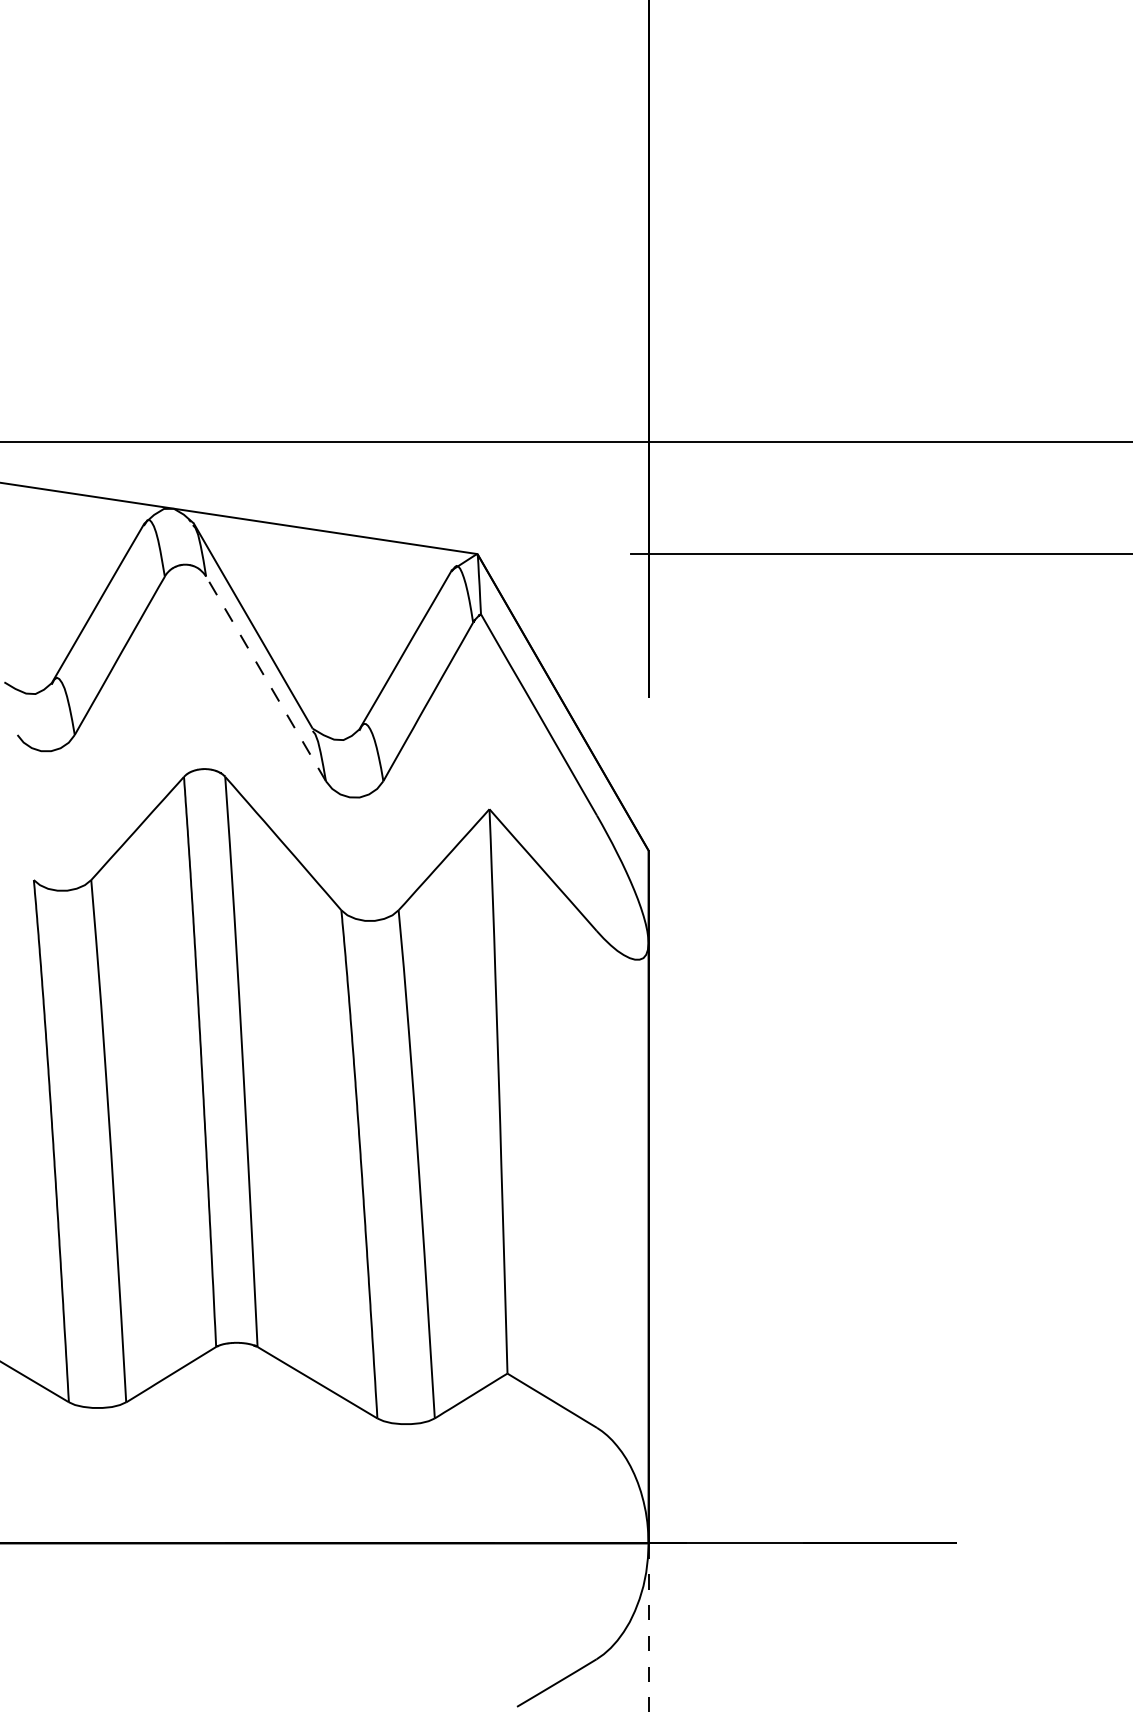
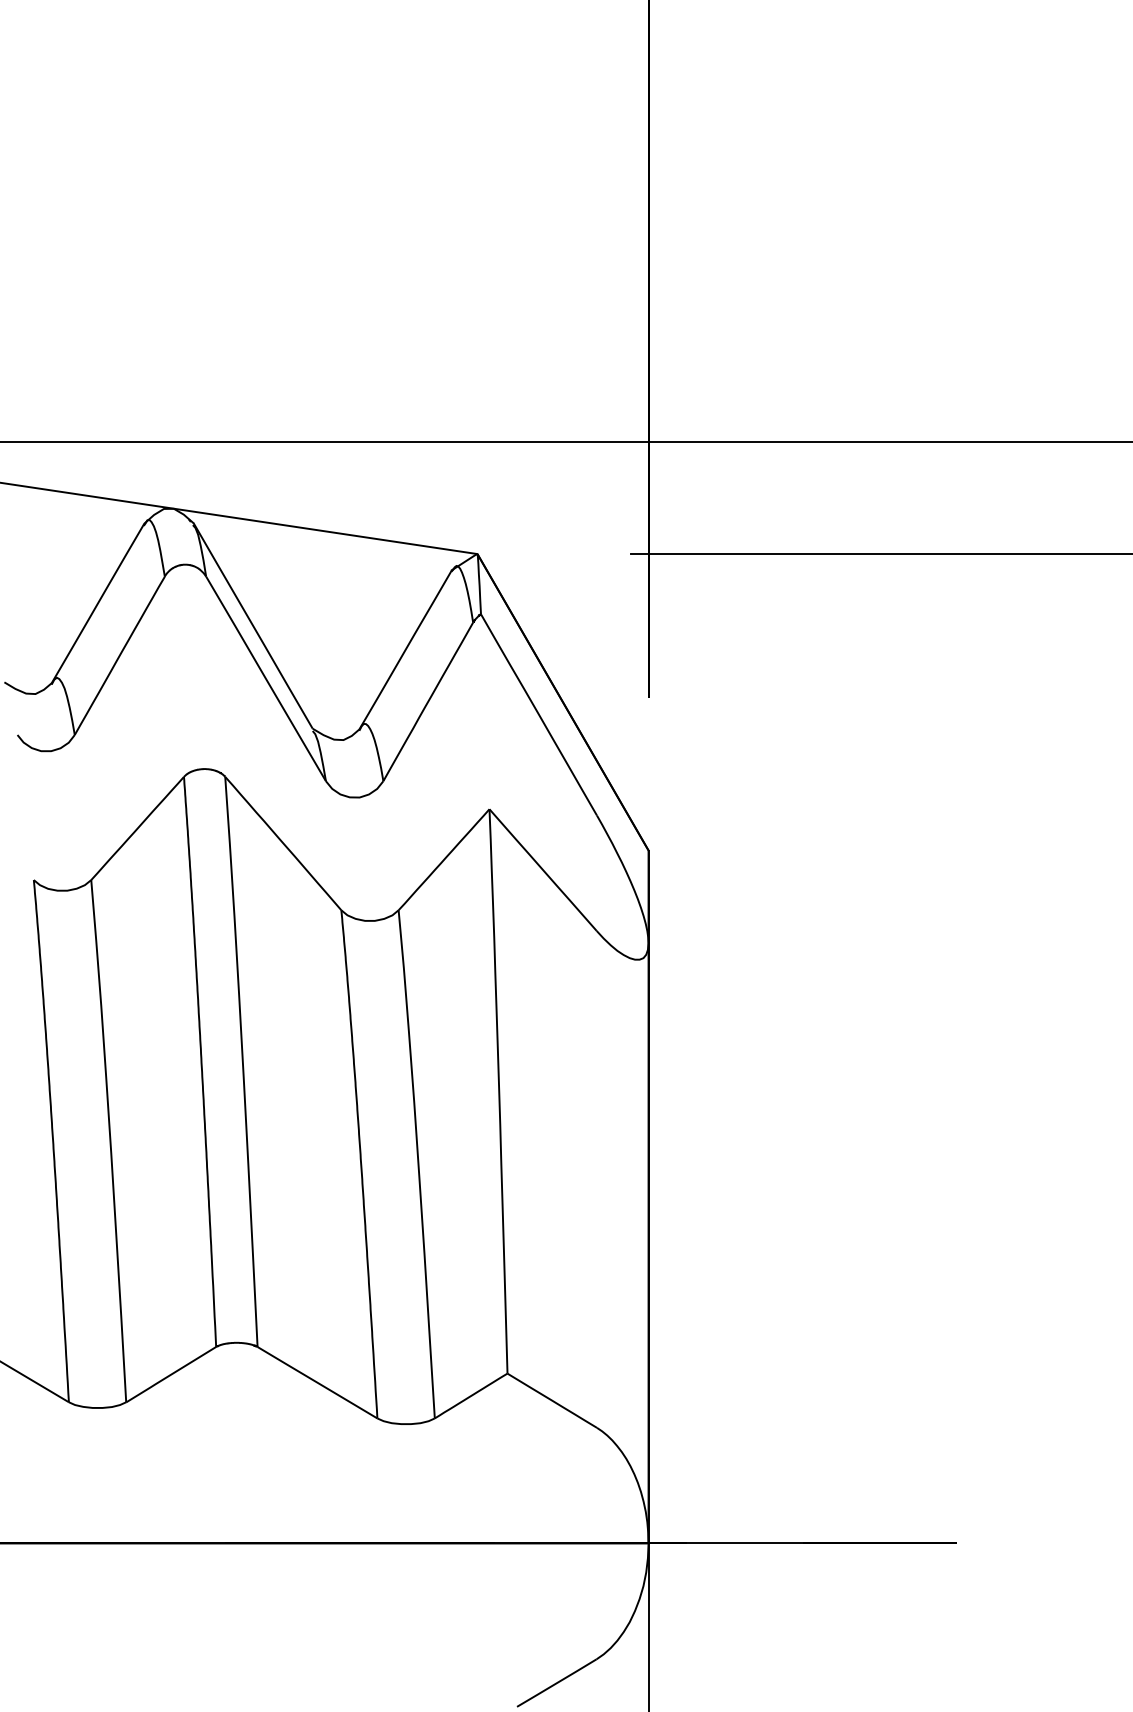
line at (265, 678): dashed -> solid
line at (648, 1627): dashed -> solid
